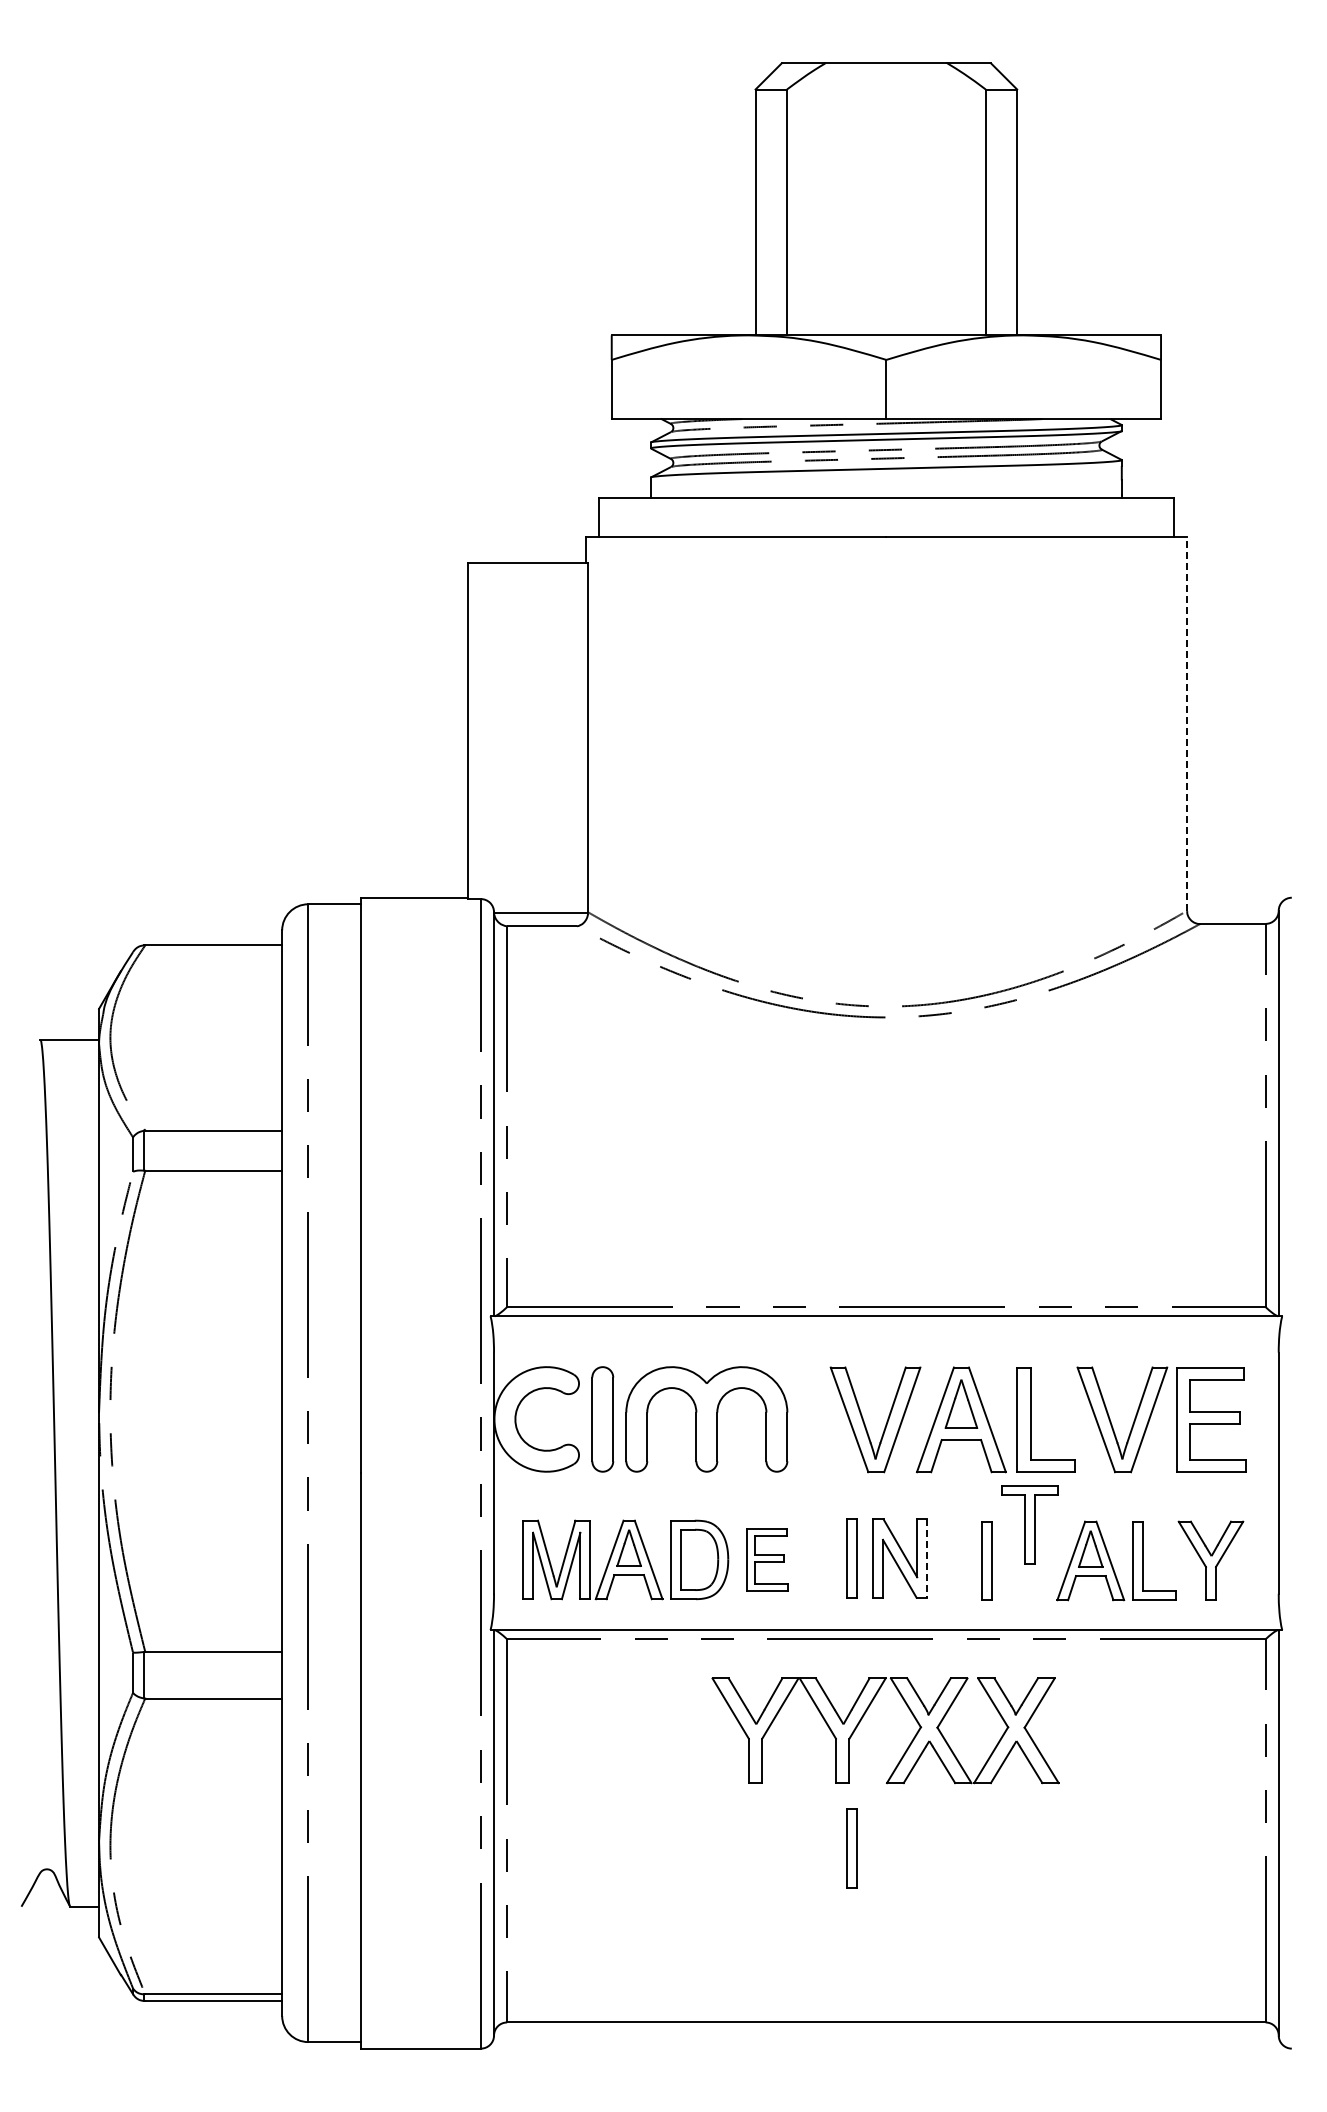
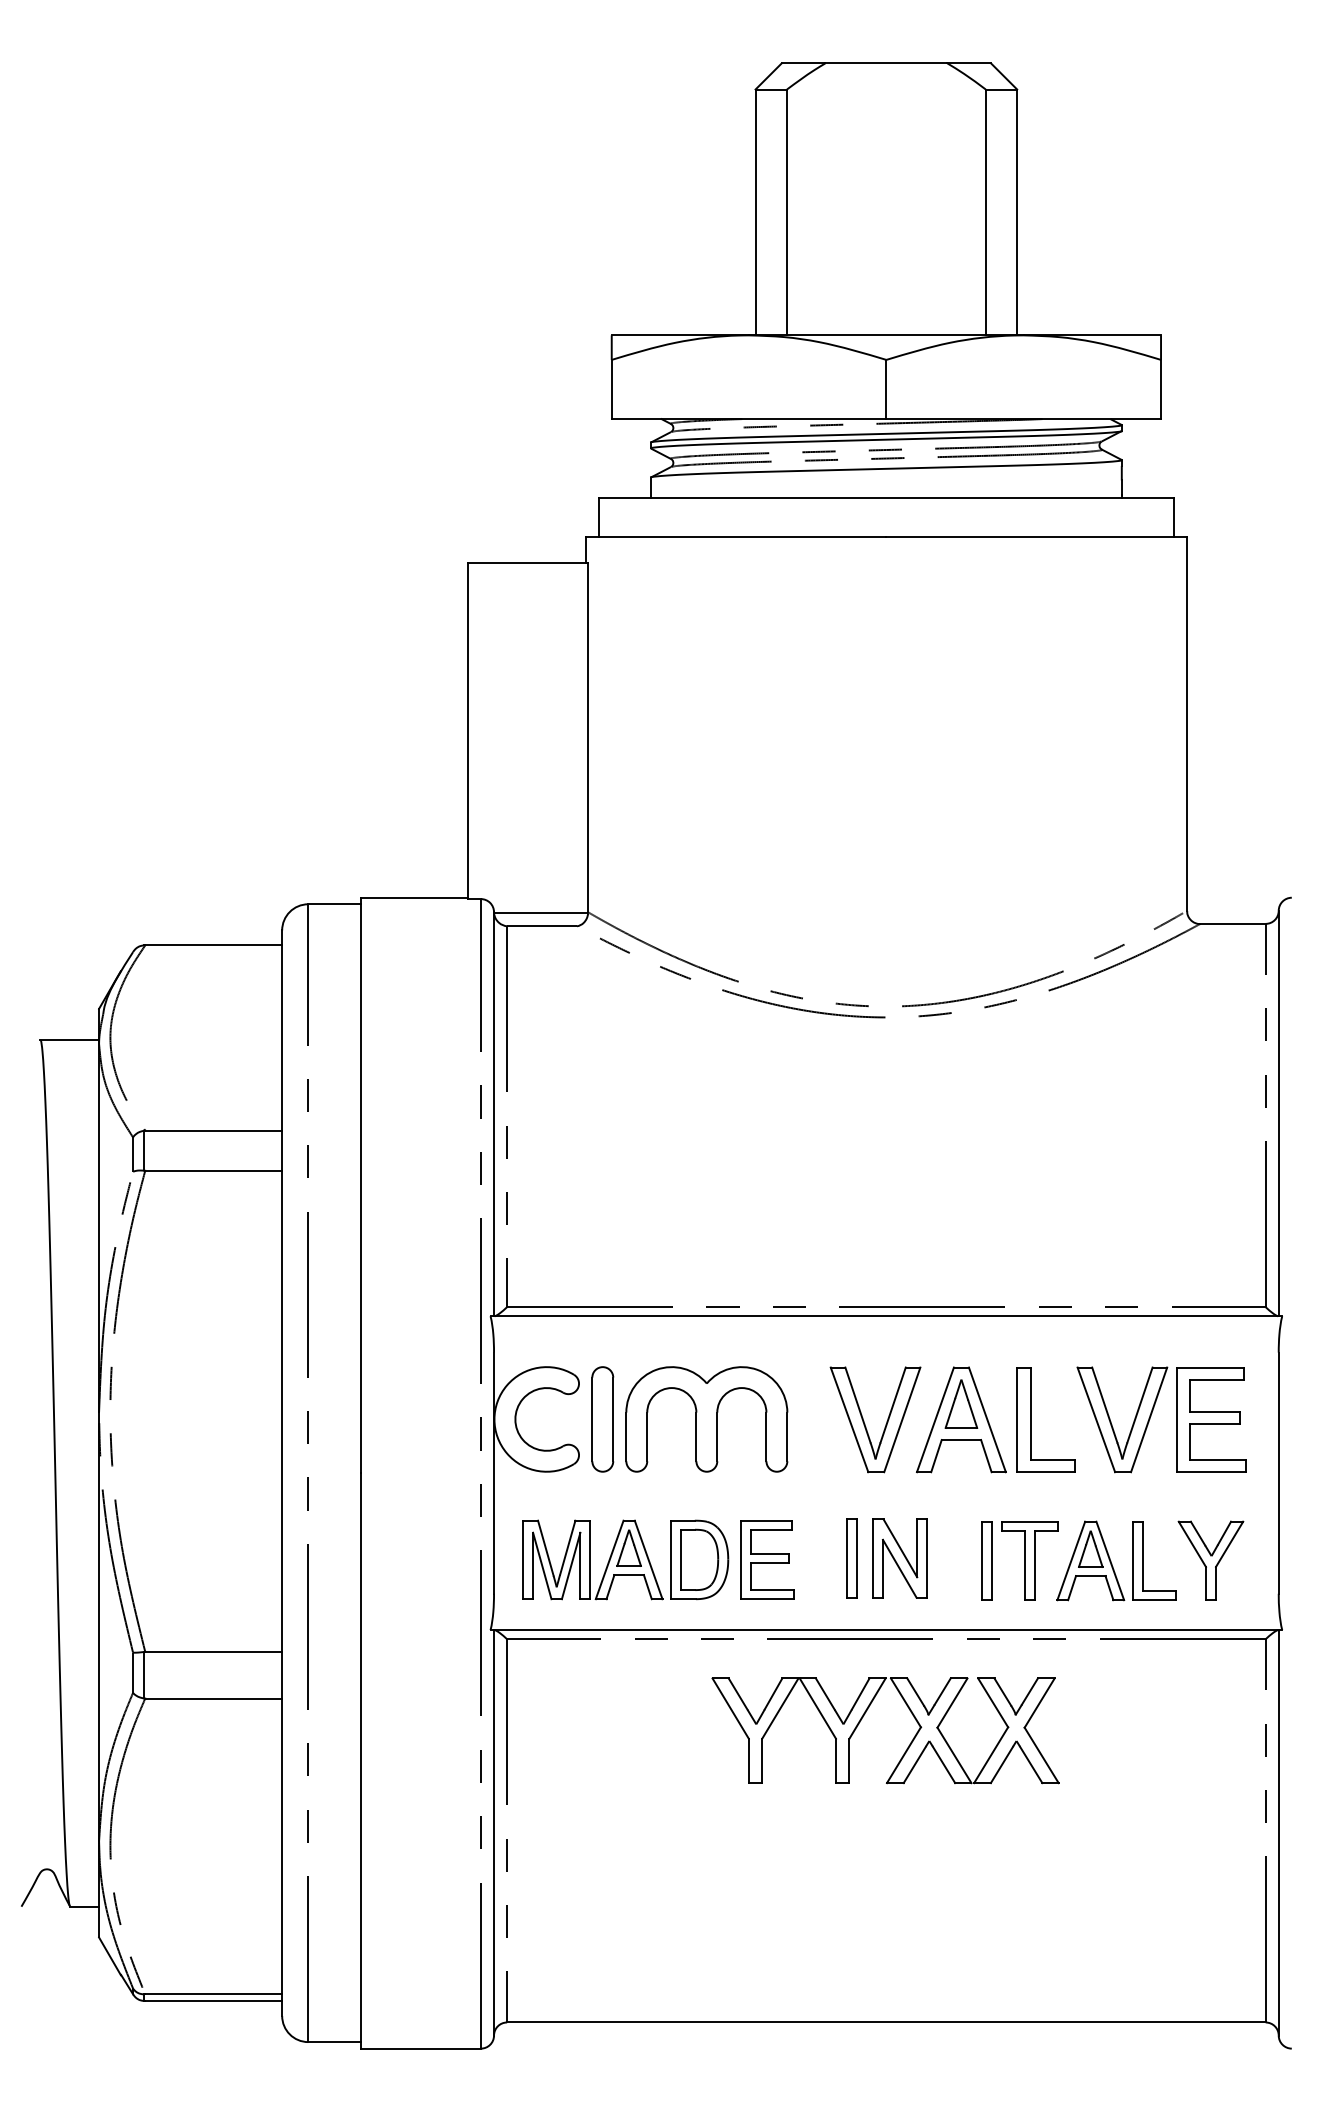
line at (1187, 723): dashed -> solid
part at (1029, 1524) position: (1029, 1524) -> (1029, 1560)
part at (767, 1559) size: 43x64 px -> 55x80 px
line at (927, 1559): dashed -> solid
part at (851, 1848): present -> none
